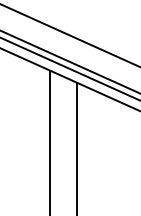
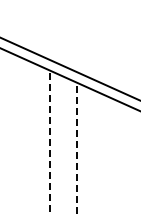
line at (69, 35): present -> none
line at (69, 61): present -> none
line at (49, 142): solid -> dashed
line at (77, 148): solid -> dashed
